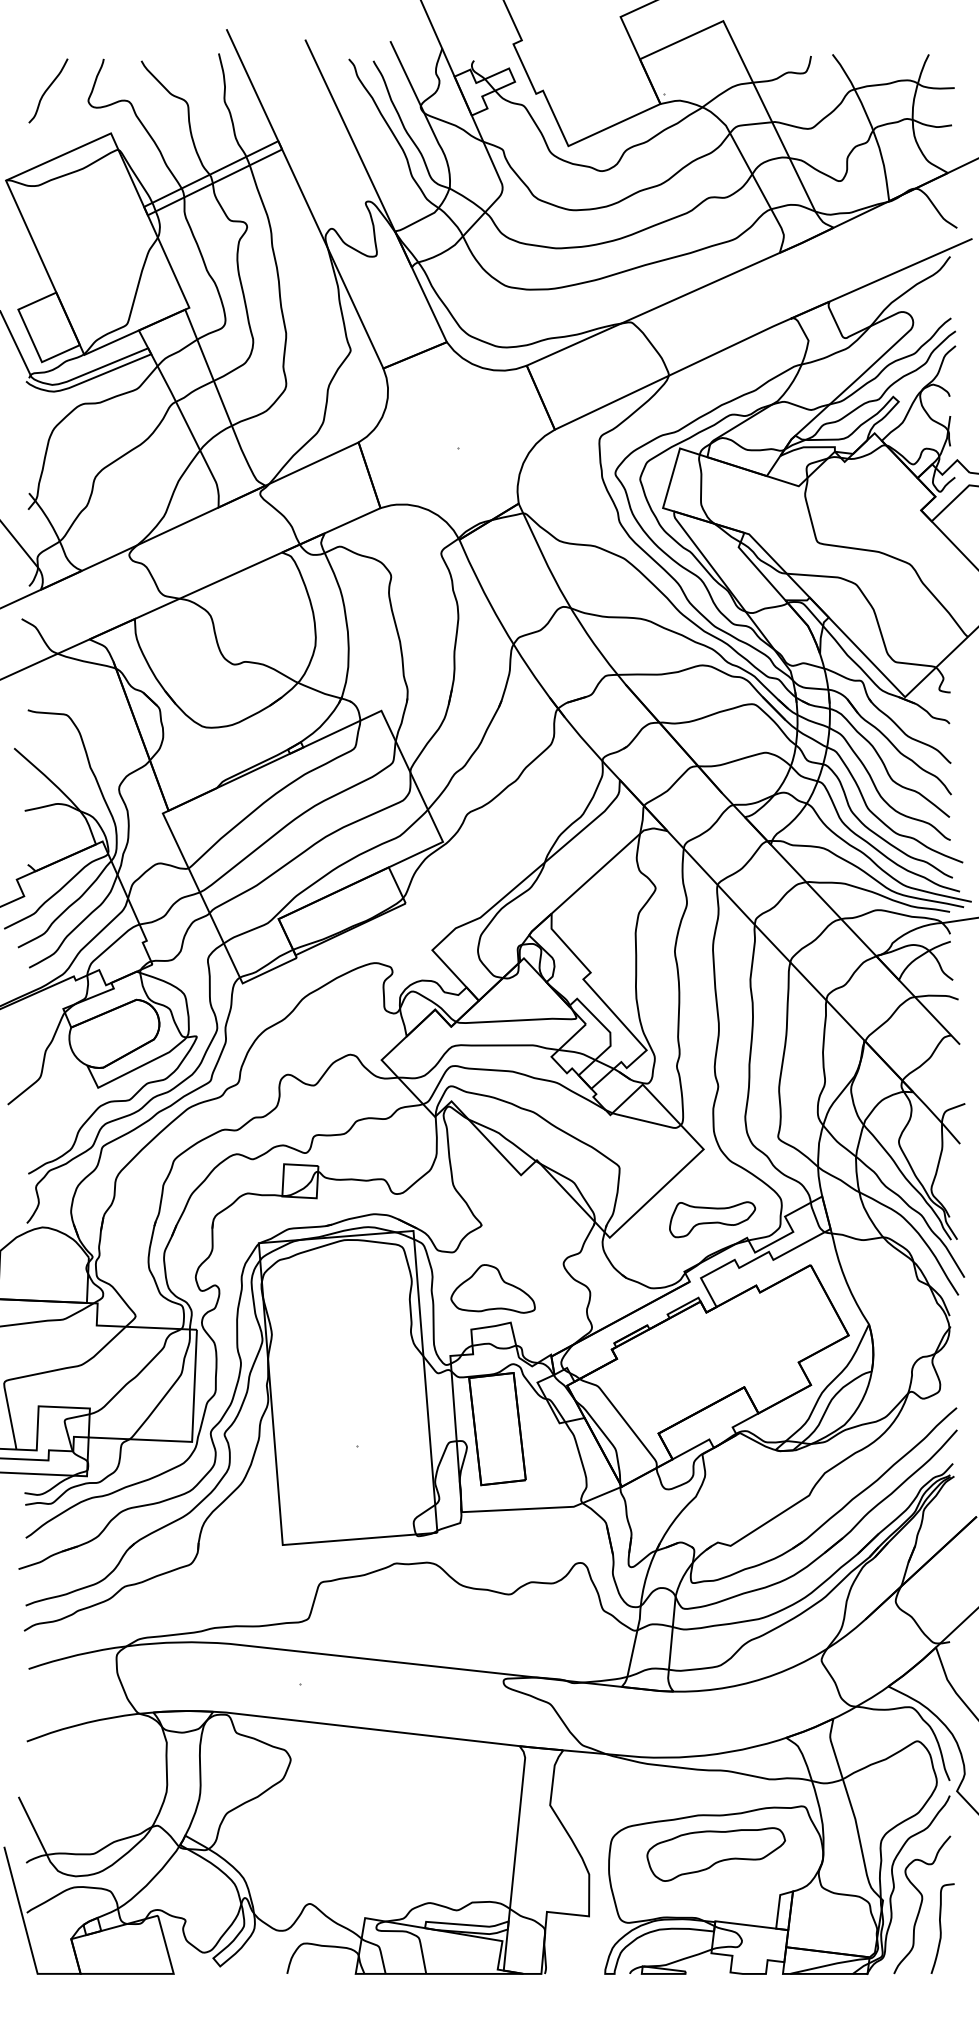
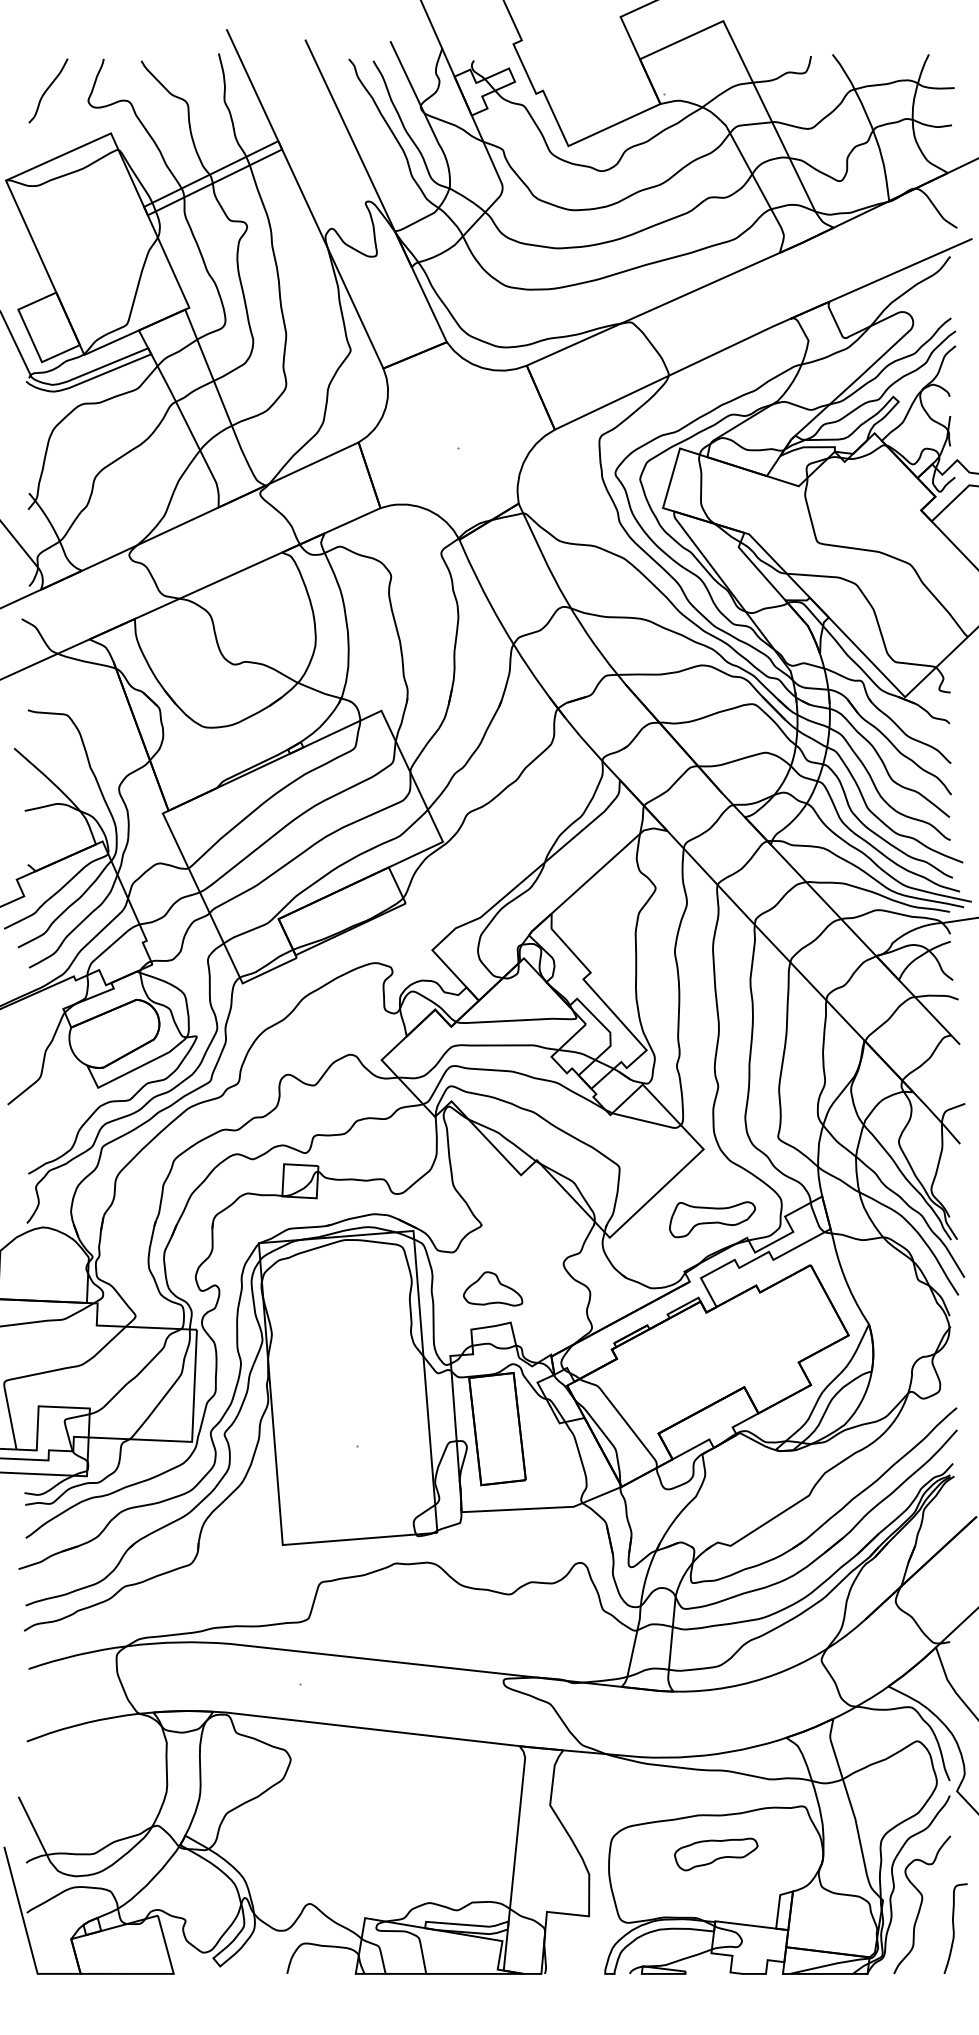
part at (492, 1288) size: 86x50 px -> 61x36 px
part at (716, 1854) size: 141x55 px -> 85x35 px
curve at (941, 1928) position: (941, 1928) -> (954, 1928)
